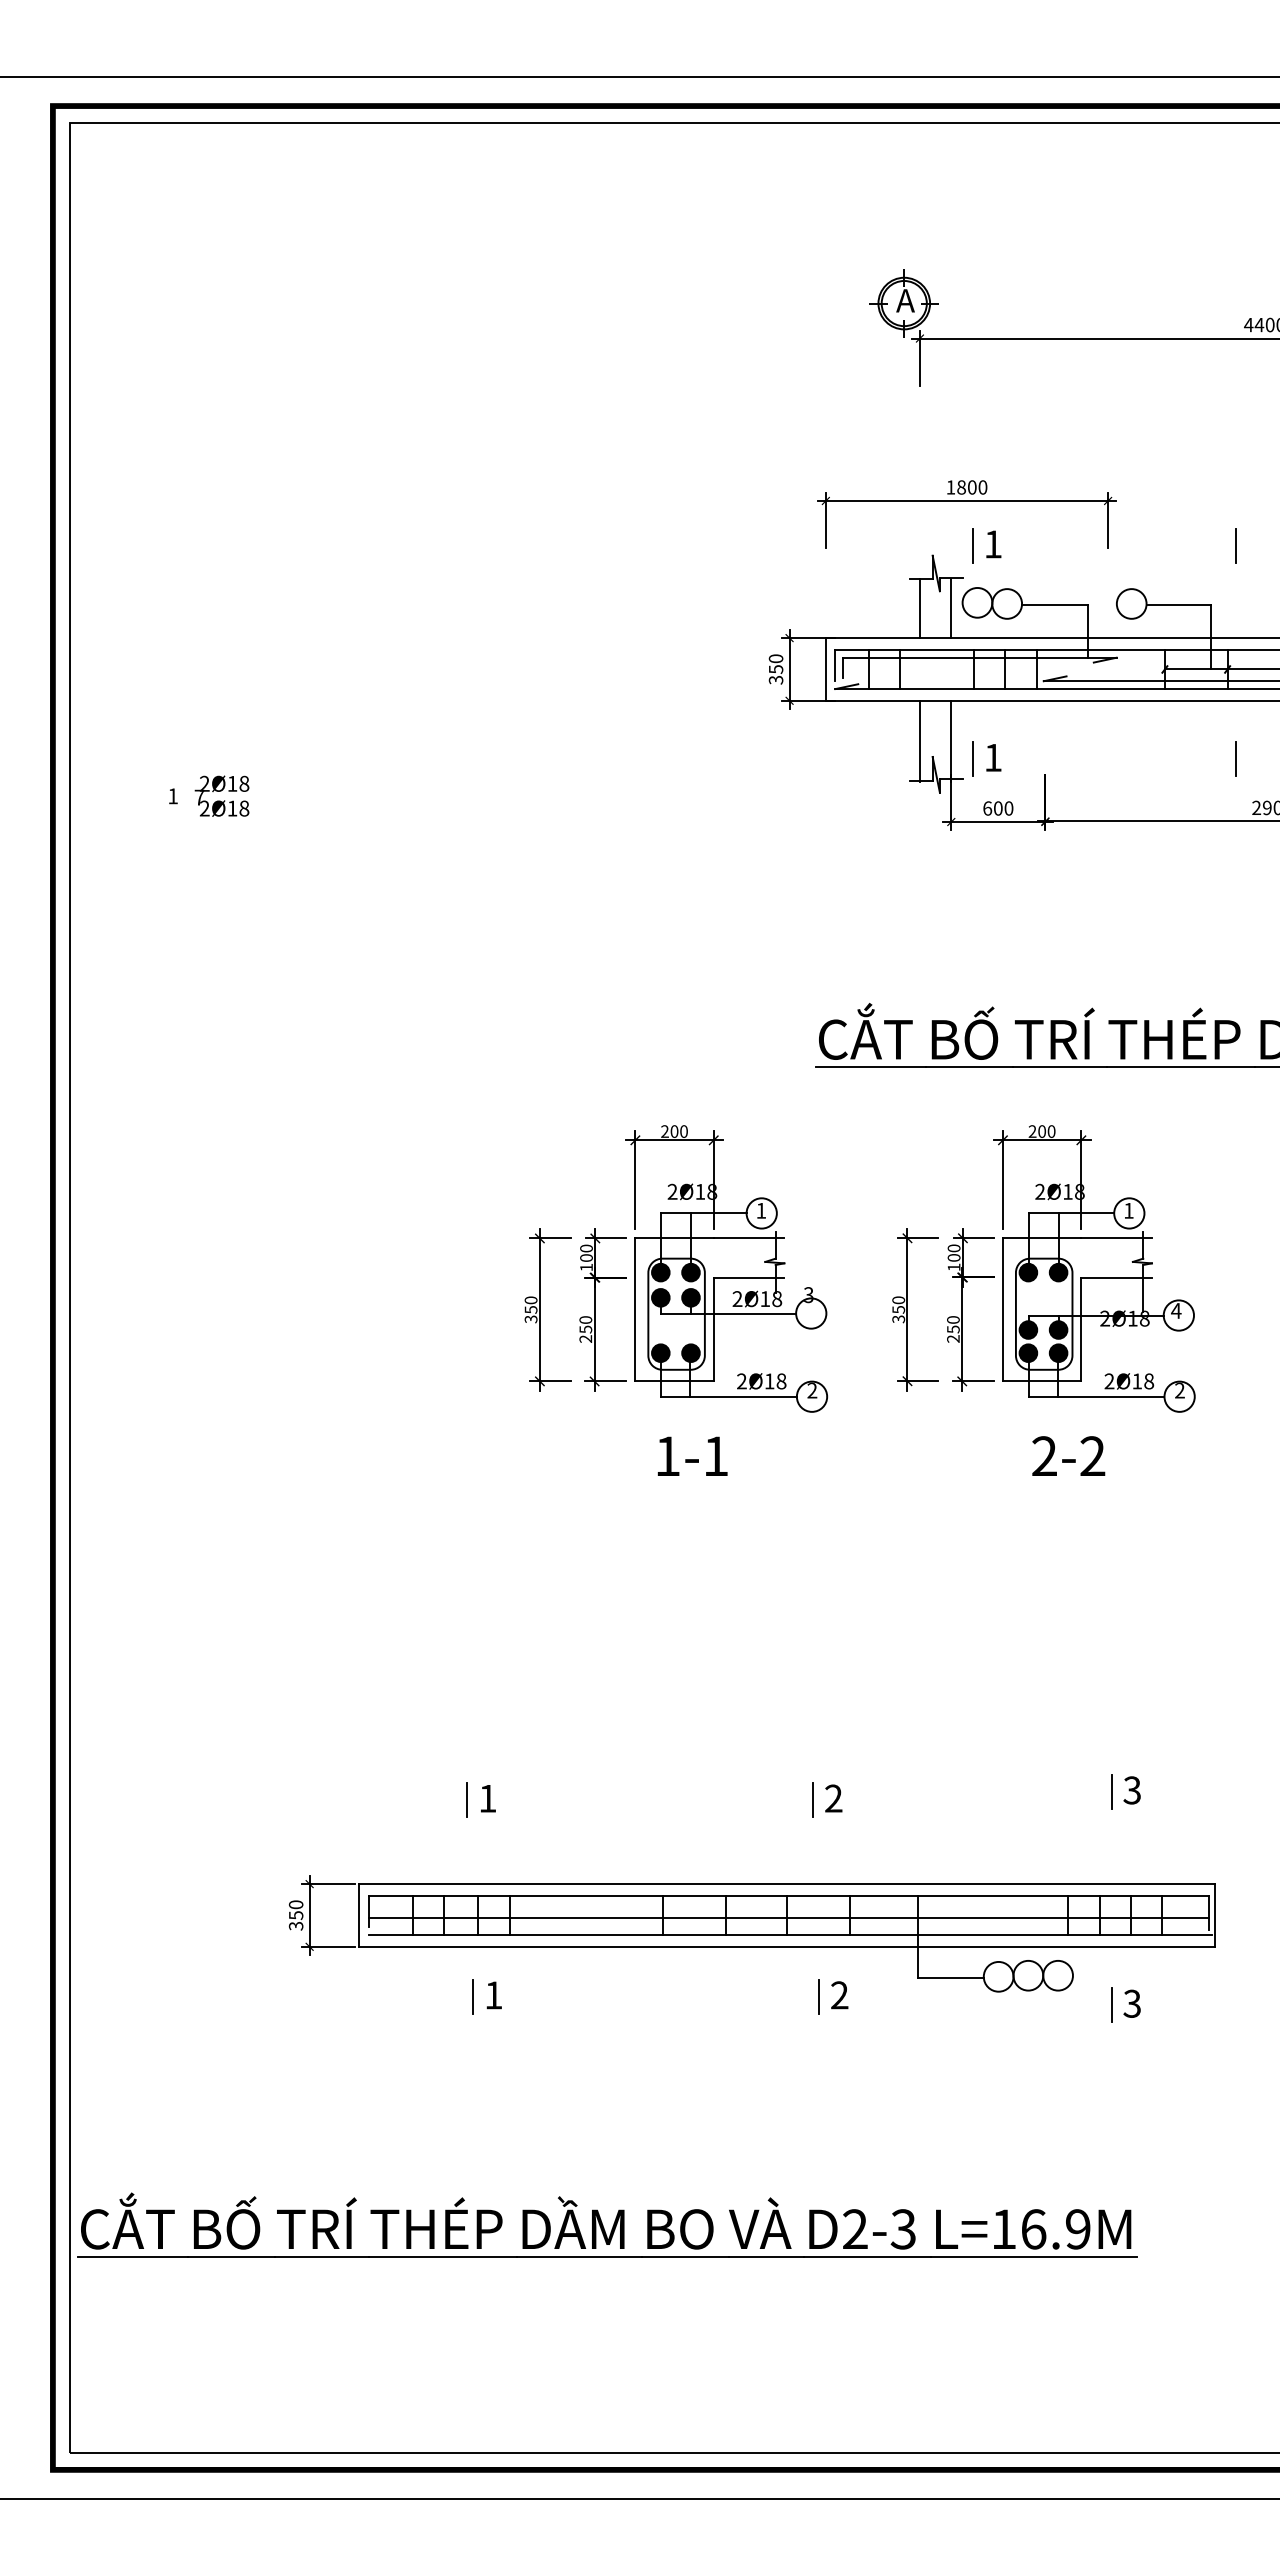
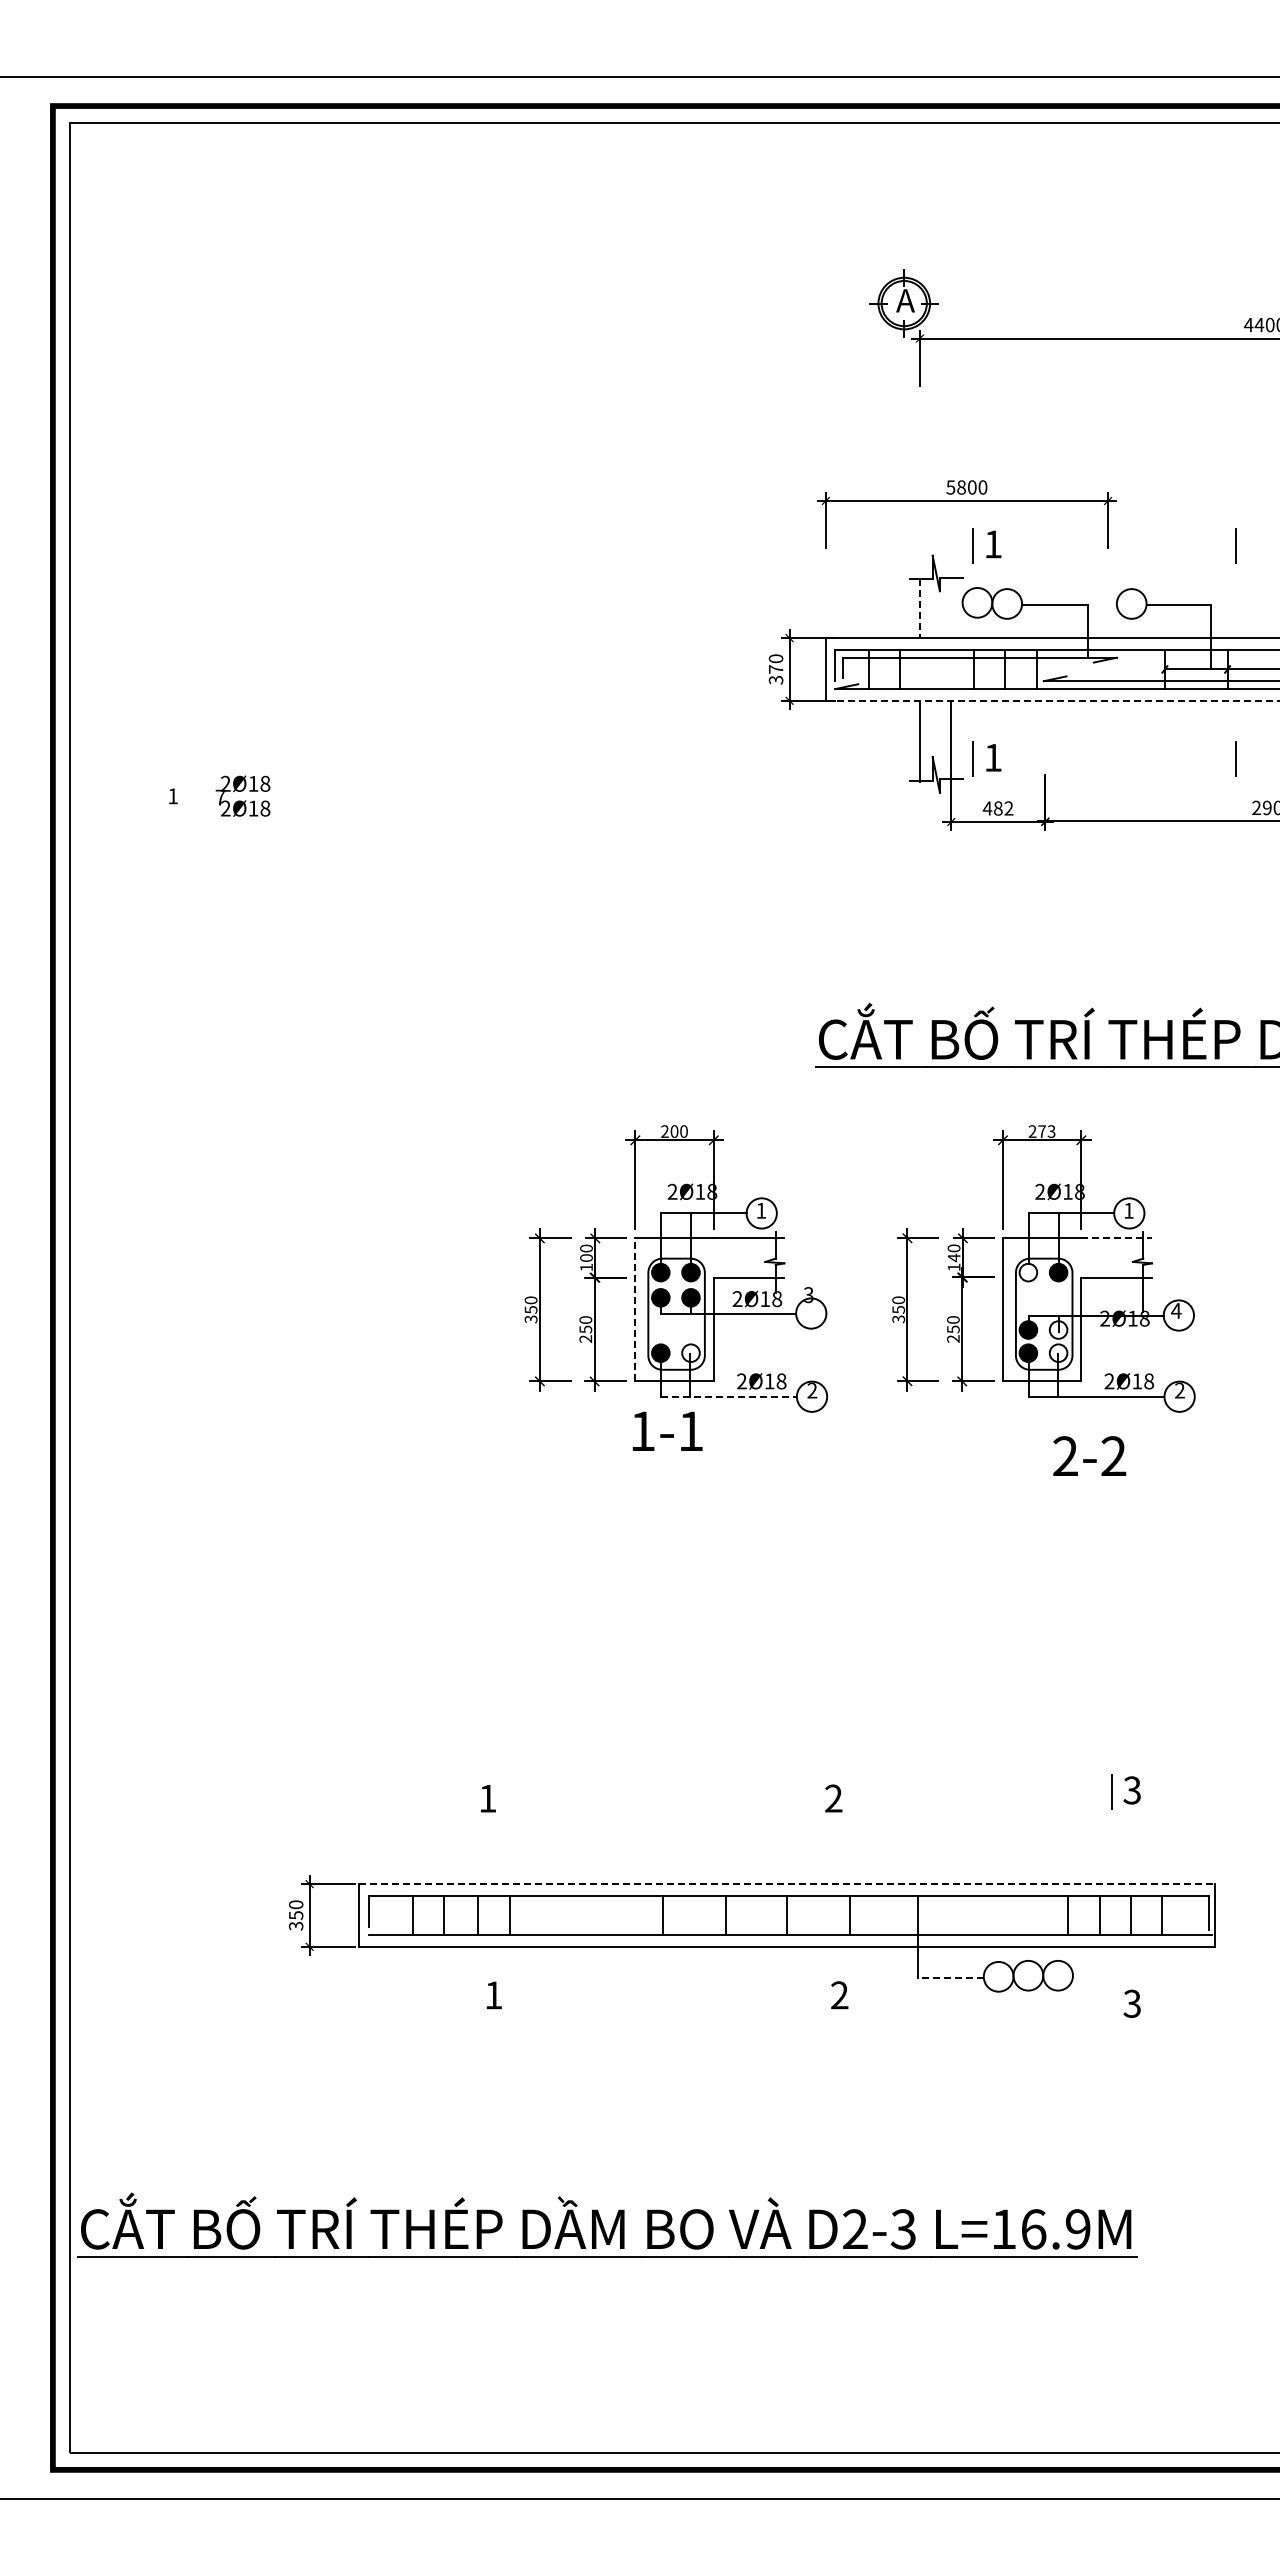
text at (950, 487): 1800 -> 5800
line at (919, 608): solid -> dashed
line at (951, 608): present -> none
text at (776, 669): 350 -> 370
line at (1052, 700): solid -> dashed
text at (221, 795) position: (221, 795) -> (242, 795)
text at (997, 808): 600 -> 482
text at (1046, 1131): 200 -> 273
line at (1117, 1238): solid -> dashed
text at (953, 1257): 100 -> 140
fill at (1028, 1272): present -> none
line at (635, 1309): solid -> dashed
fill at (1058, 1329): present -> none
fill at (690, 1353): present -> none
fill at (1058, 1353): present -> none
line at (729, 1396): solid -> dashed
text at (692, 1455) position: (692, 1455) -> (667, 1430)
text at (1068, 1455) position: (1068, 1455) -> (1089, 1455)
line at (467, 1799): present -> none
line at (813, 1799): present -> none
line at (787, 1884): solid -> dashed
line at (788, 1917): present -> none
line at (951, 1977): solid -> dashed
line at (473, 1996): present -> none
line at (818, 1996): present -> none
line at (1111, 2004): present -> none
